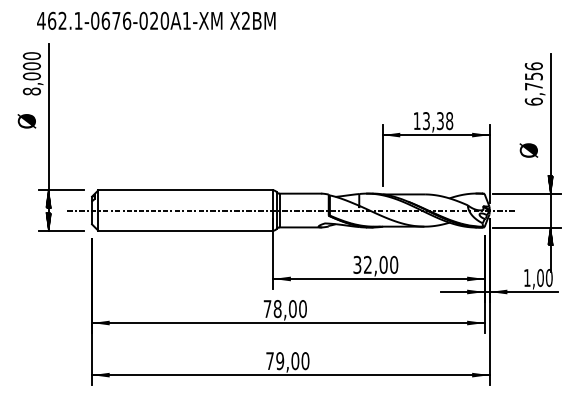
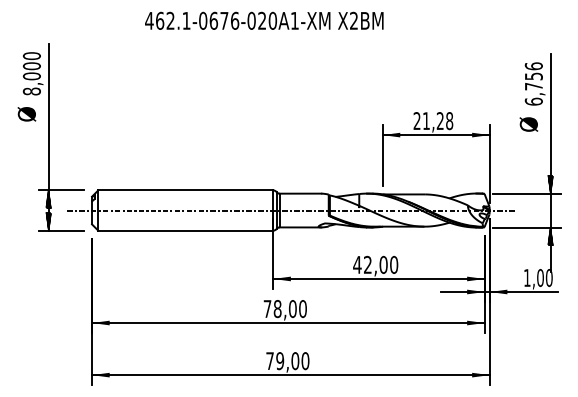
text at (156, 20) position: (156, 20) -> (264, 20)
text at (26, 121) position: (26, 121) -> (26, 114)
text at (428, 121): 13,38 -> 21,28
text at (528, 150) position: (528, 150) -> (528, 124)
text at (357, 264): 32,00 -> 42,00
